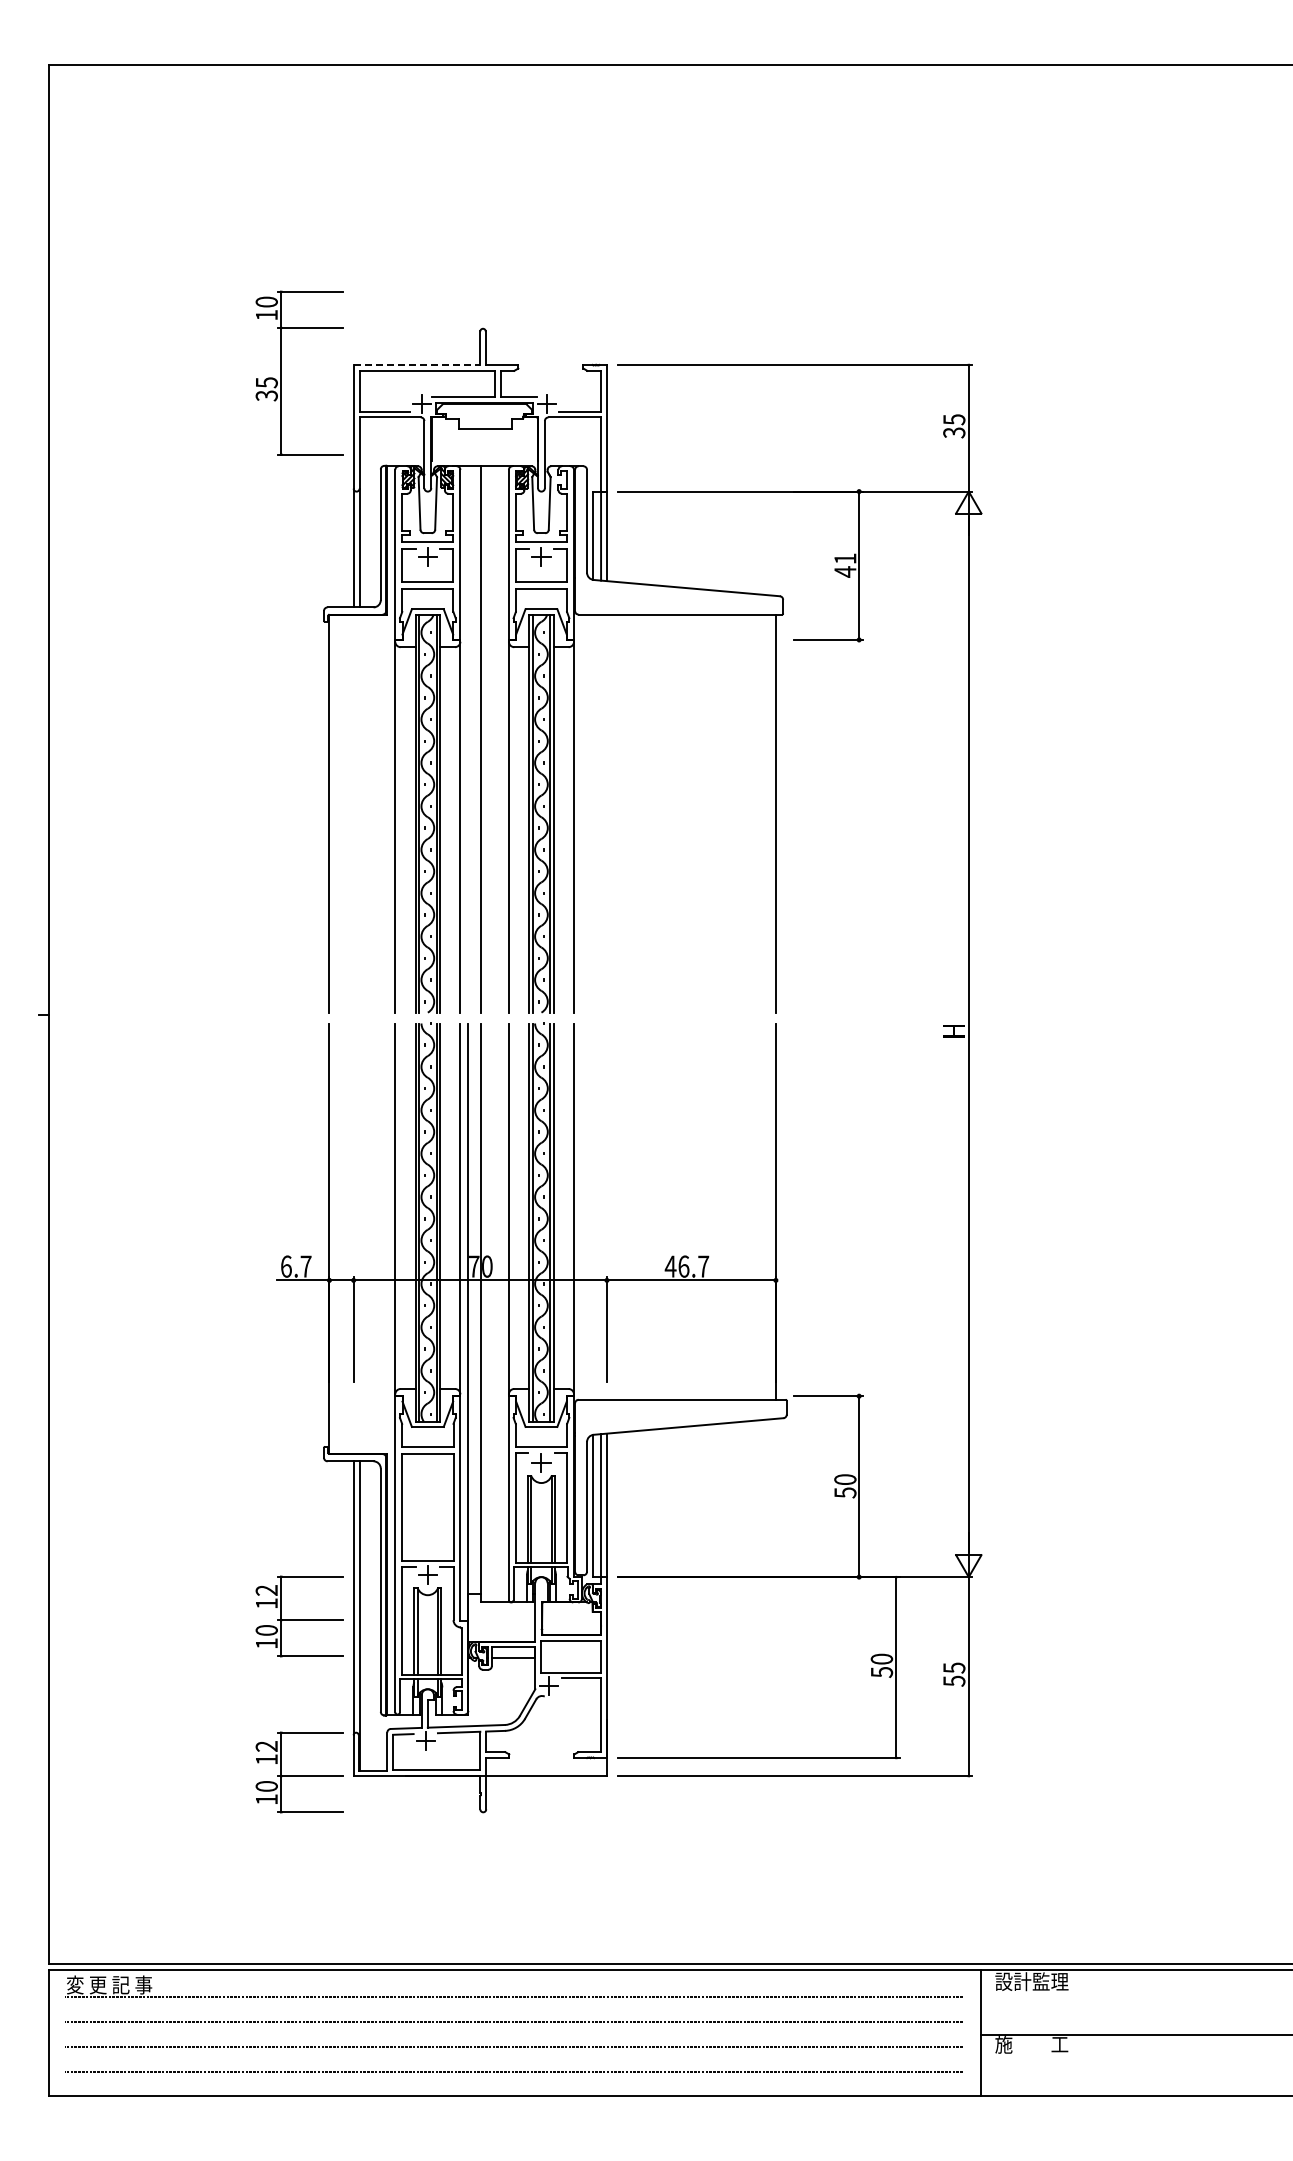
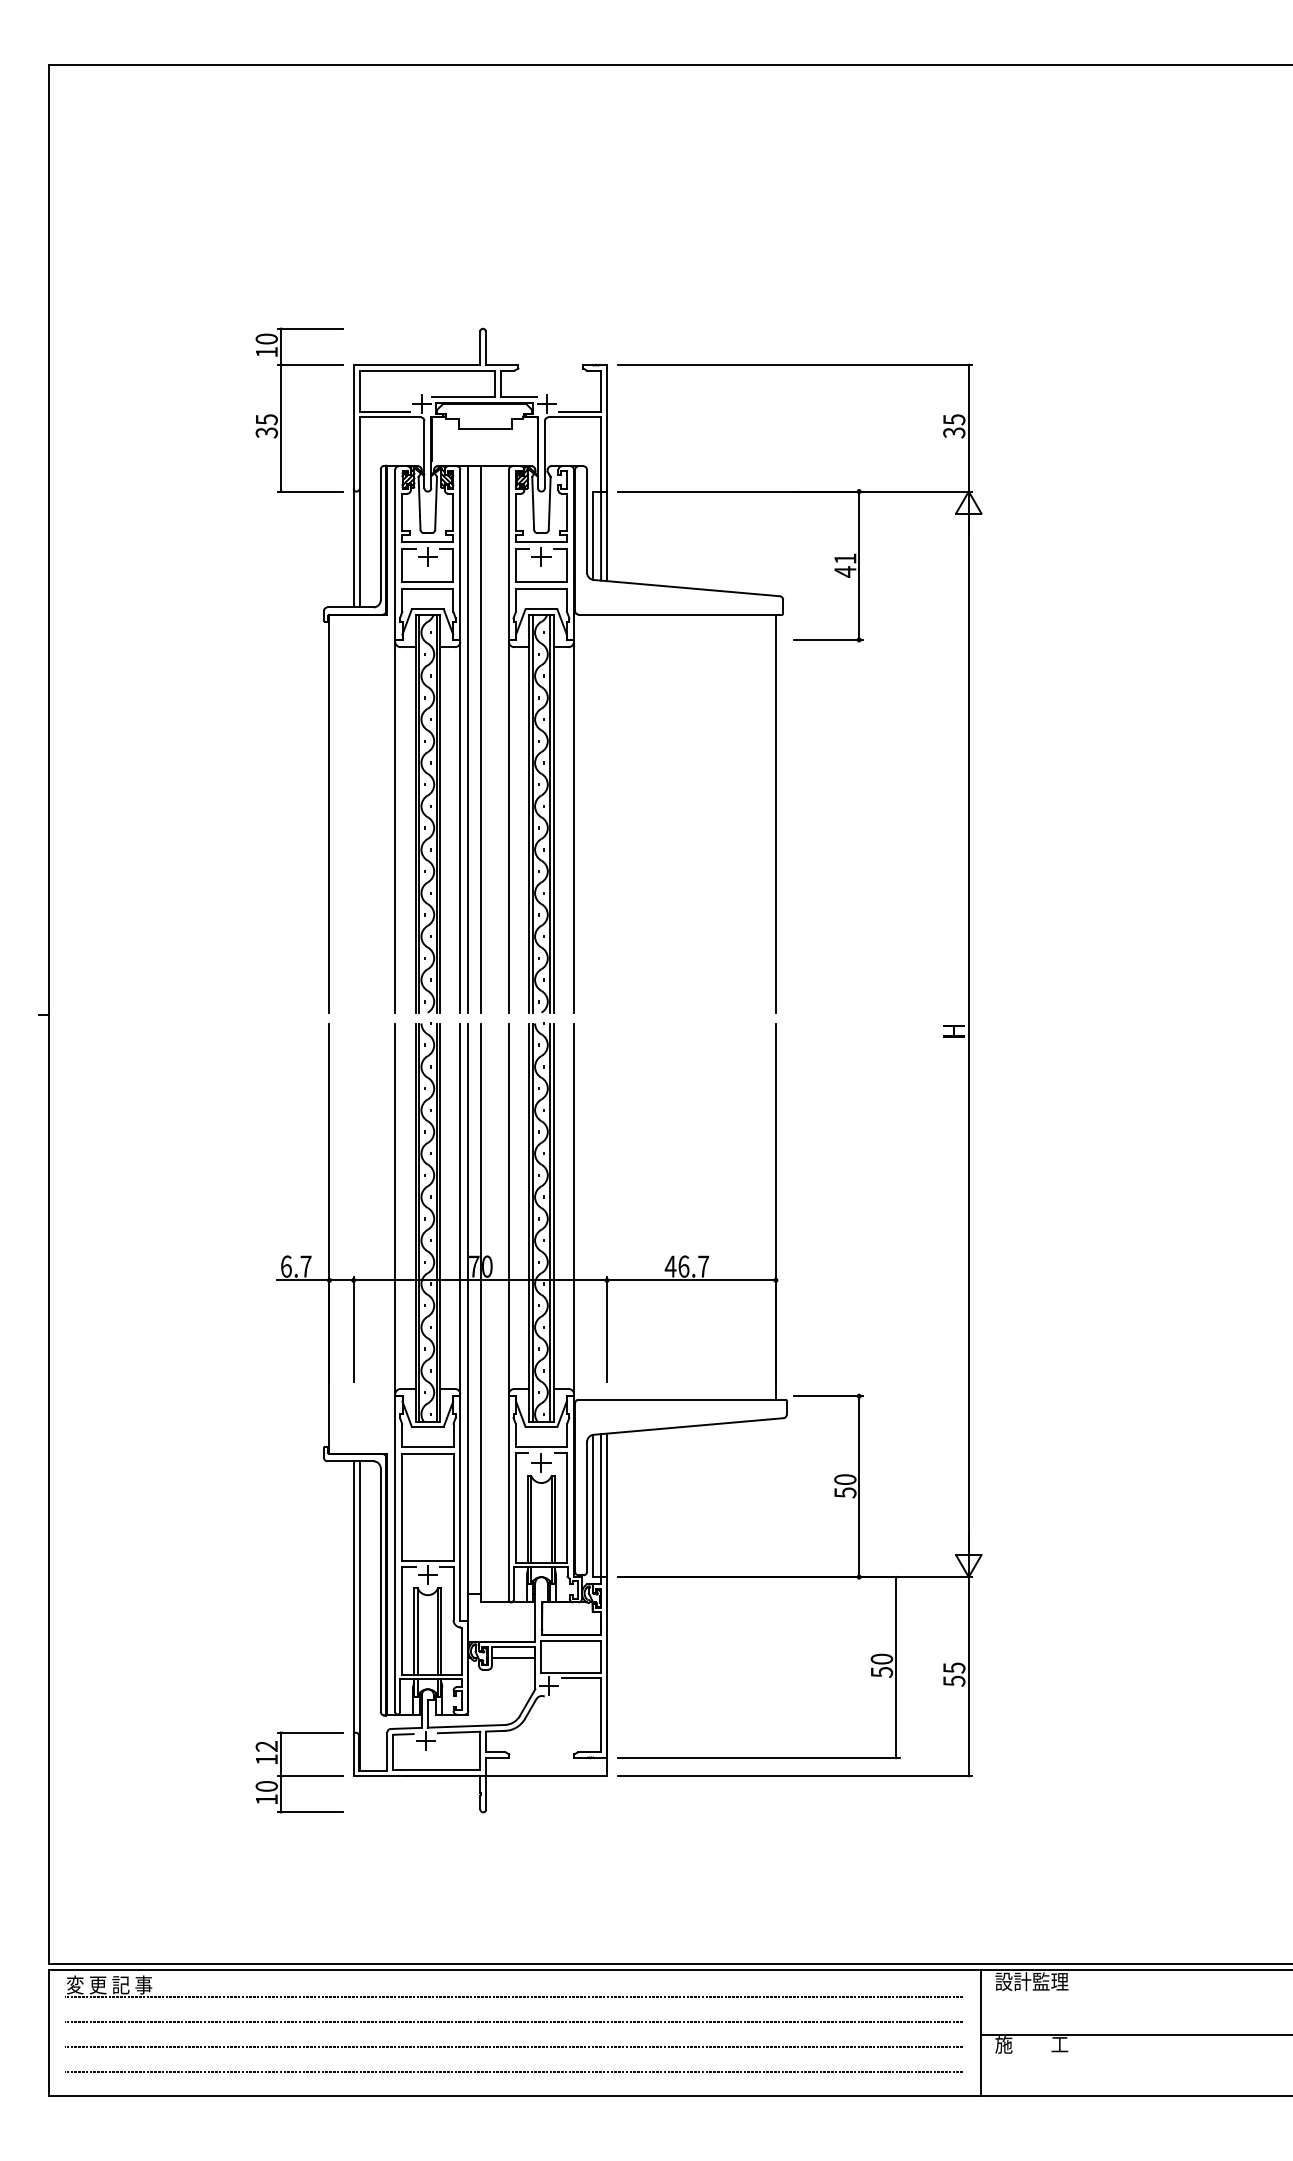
line at (417, 364): dashed -> solid
part at (281, 372) position: (281, 372) -> (281, 409)
line at (468, 739): none -> present
part at (299, 1616): present -> none
